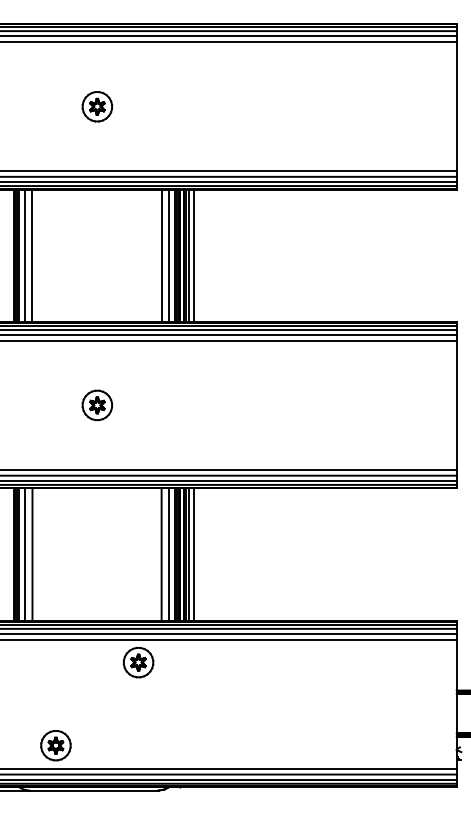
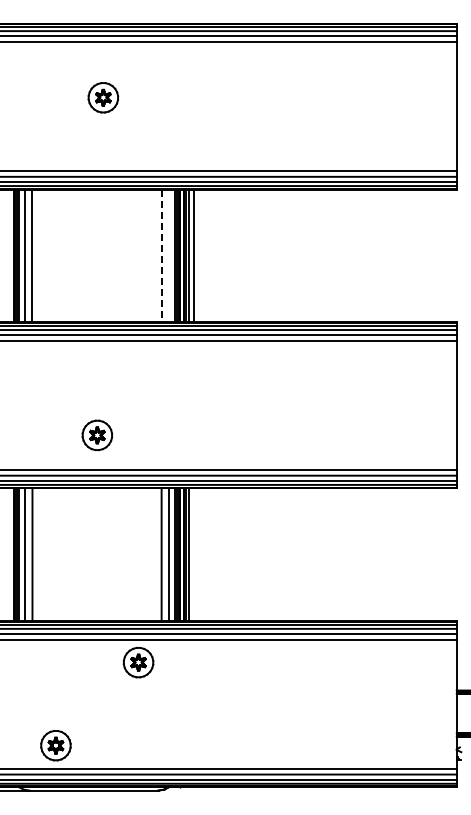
part at (97, 106) position: (97, 106) -> (103, 97)
line at (168, 255): present -> none
line at (161, 256): solid -> dashed
part at (97, 405) position: (97, 405) -> (97, 435)
line at (193, 554): present -> none
